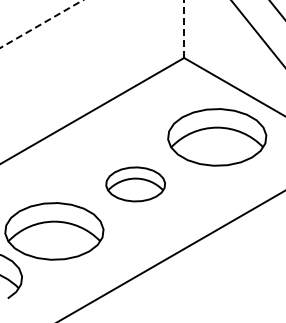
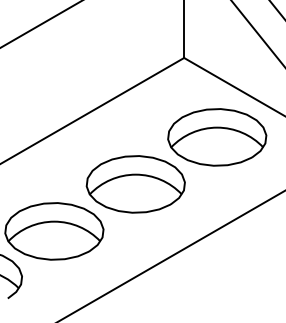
line at (41, 24): dashed -> solid
line at (184, 29): dashed -> solid
part at (135, 184) size: 61x37 px -> 101x59 px
